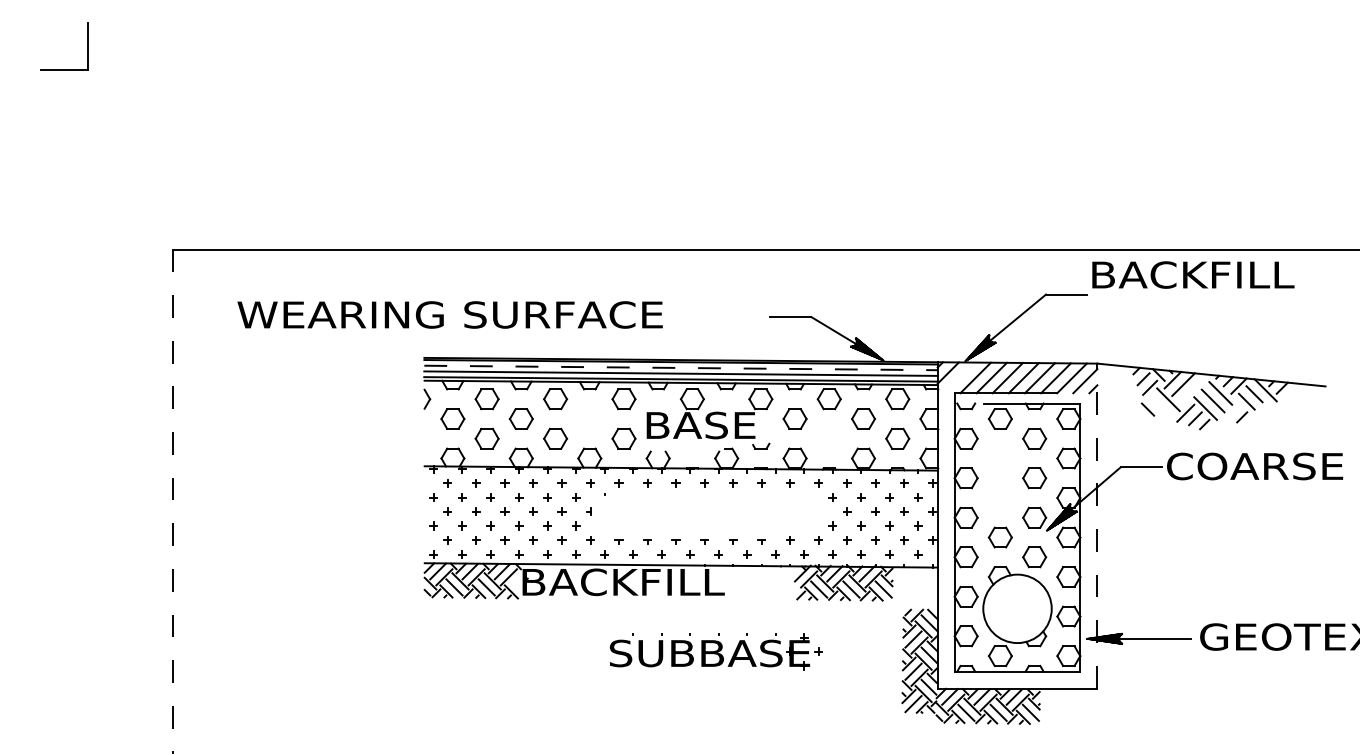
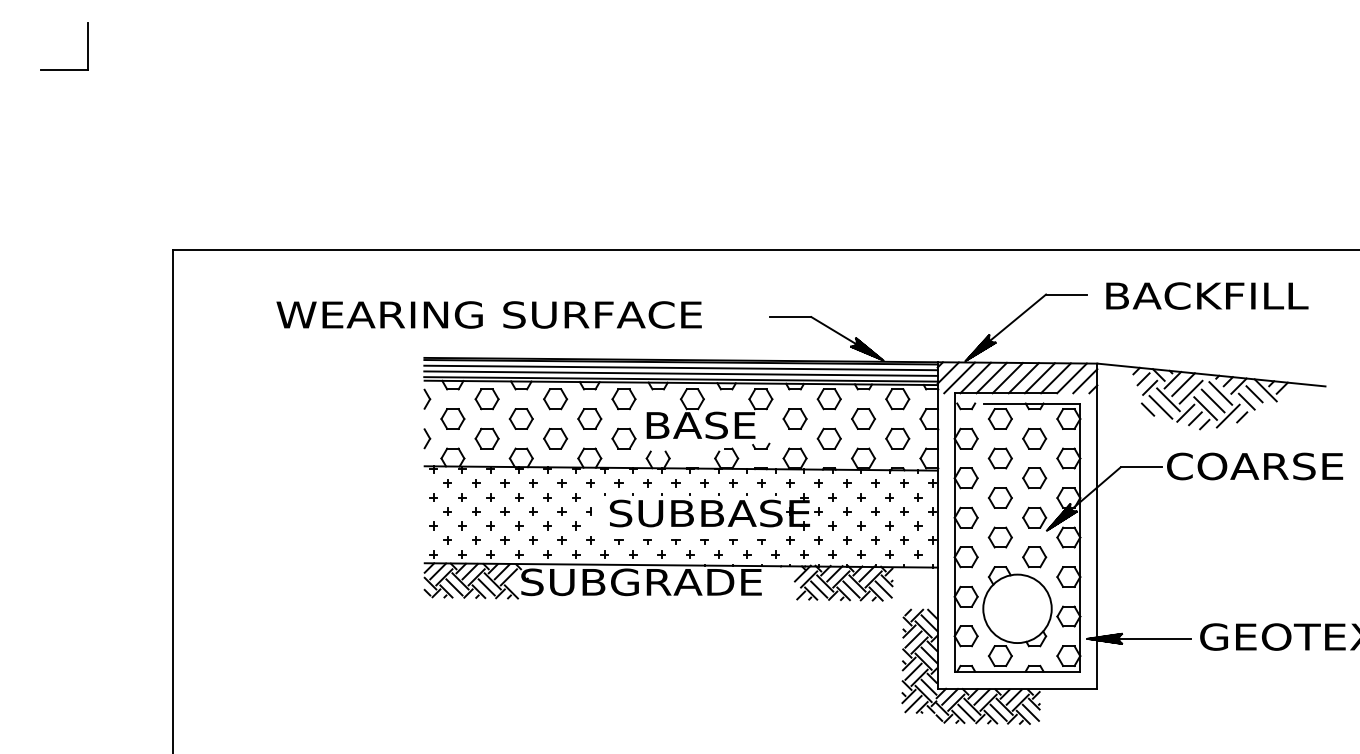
text at (1193, 274) position: (1193, 274) -> (1207, 295)
text at (449, 314) position: (449, 314) -> (488, 314)
line at (681, 367): dashed -> solid
line at (959, 377): none -> present
line at (1190, 391): none -> present
line at (1160, 407): none -> present
line at (1227, 415): none -> present
part at (589, 418): none -> present
part at (427, 438): none -> present
part at (828, 438): none -> present
part at (999, 458): none -> present
part at (1000, 497): none -> present
line at (173, 501): dashed -> solid
line at (1097, 526): dashed -> solid
text at (641, 582): BACKFILL -> SUBGRADE
part at (715, 651) position: (715, 651) -> (715, 511)
